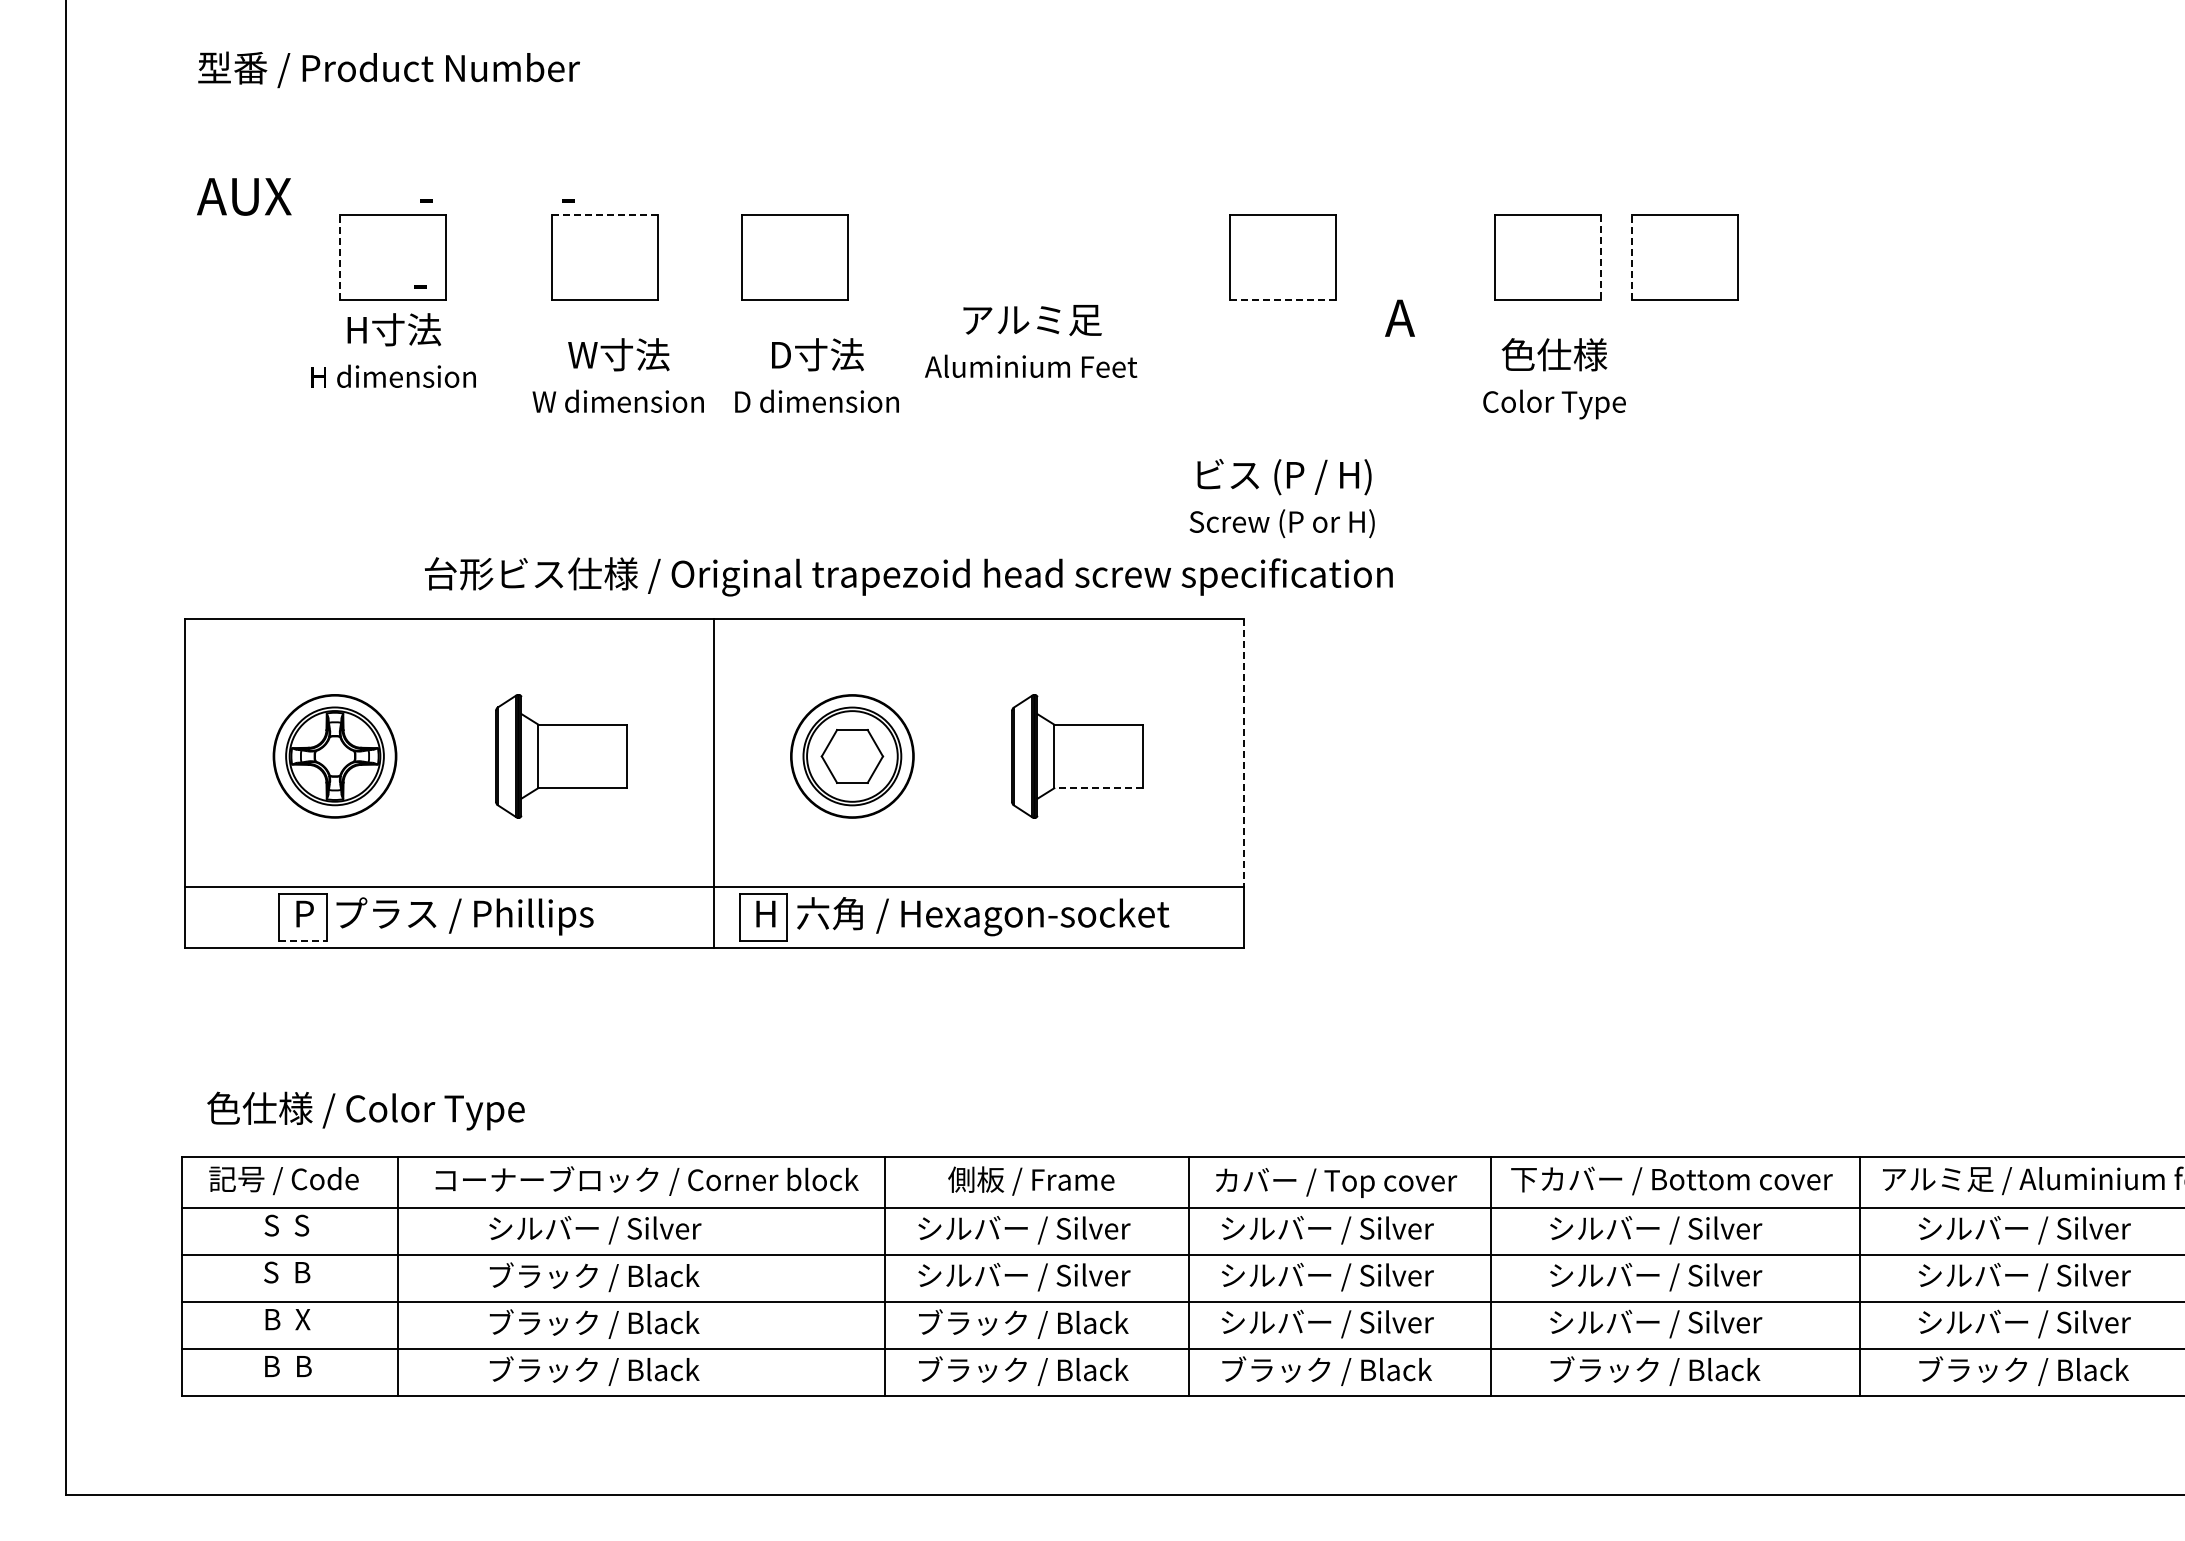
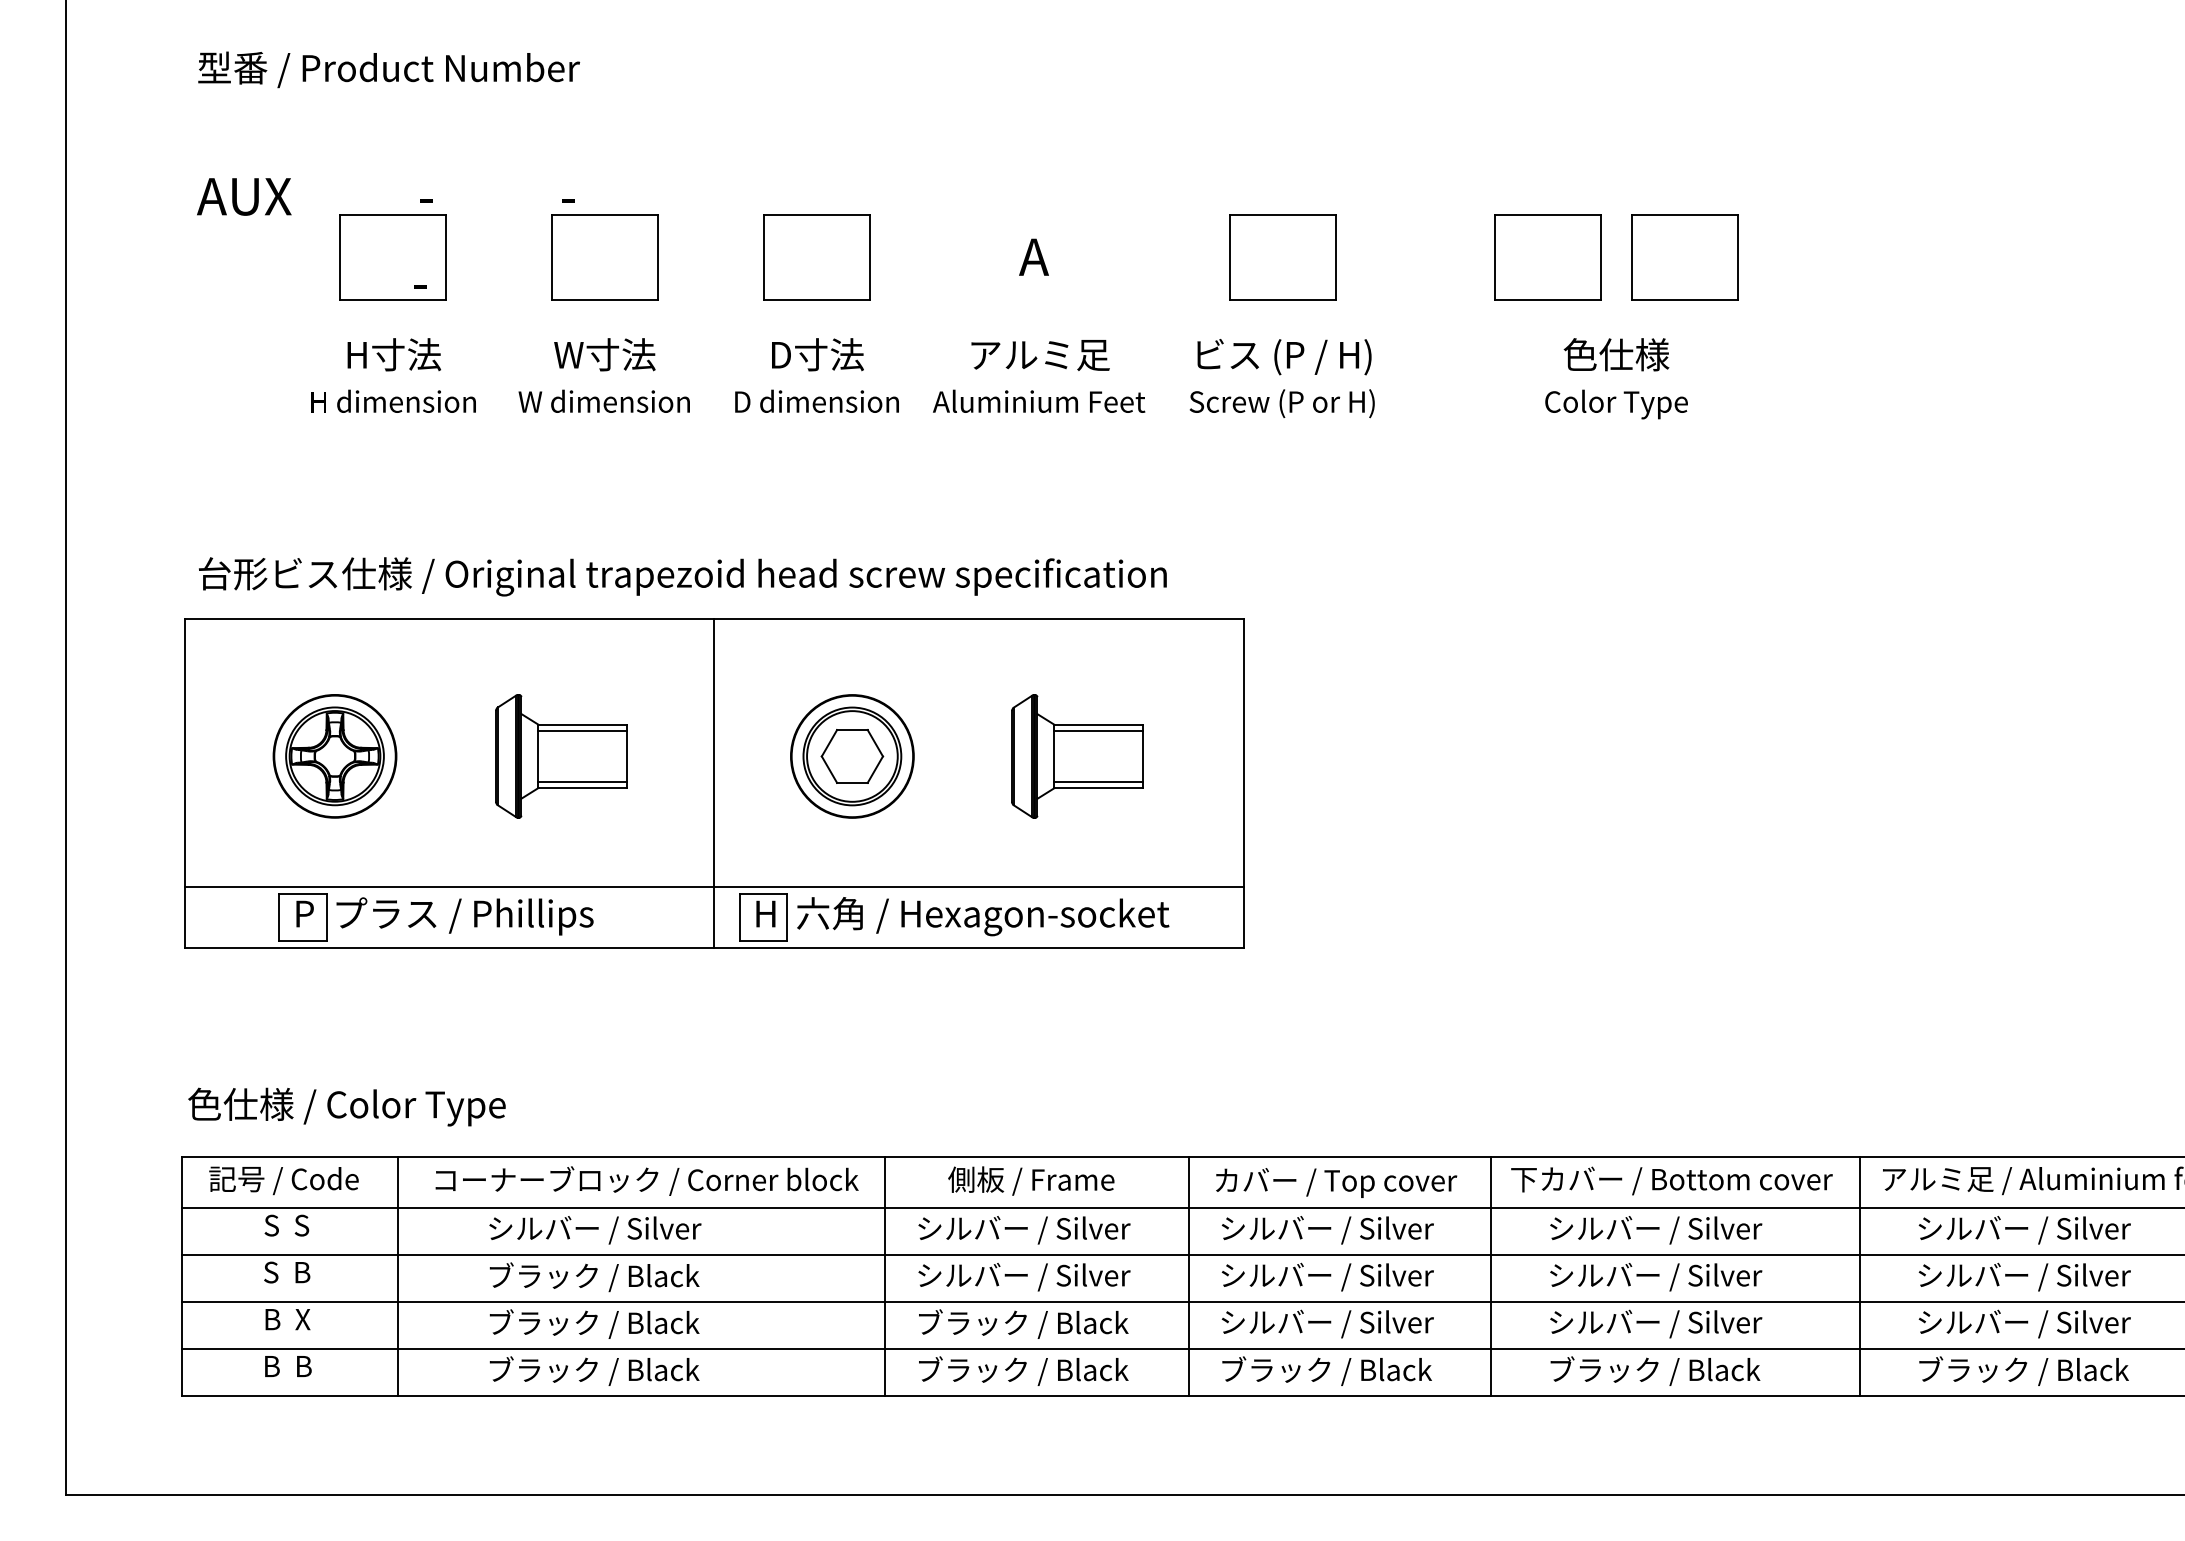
line at (605, 214): dashed -> solid
line at (340, 256): dashed -> solid
line at (1632, 256): dashed -> solid
part at (794, 257) position: (794, 257) -> (816, 257)
line at (1600, 257): dashed -> solid
line at (1282, 299): dashed -> solid
text at (1399, 317) position: (1399, 317) -> (1033, 256)
text at (1031, 341) position: (1031, 341) -> (1039, 376)
text at (393, 350) position: (393, 350) -> (393, 375)
text at (617, 375) position: (617, 375) -> (603, 375)
text at (1554, 378) position: (1554, 378) -> (1616, 378)
text at (1281, 498) position: (1281, 498) -> (1281, 378)
text at (908, 576) position: (908, 576) -> (682, 576)
line at (582, 730): none -> present
line at (1098, 731): none -> present
line at (1243, 753): dashed -> solid
line at (582, 781): none -> present
line at (1098, 781): none -> present
line at (1098, 788): dashed -> solid
line at (302, 941): dashed -> solid
text at (365, 1110) position: (365, 1110) -> (346, 1106)
